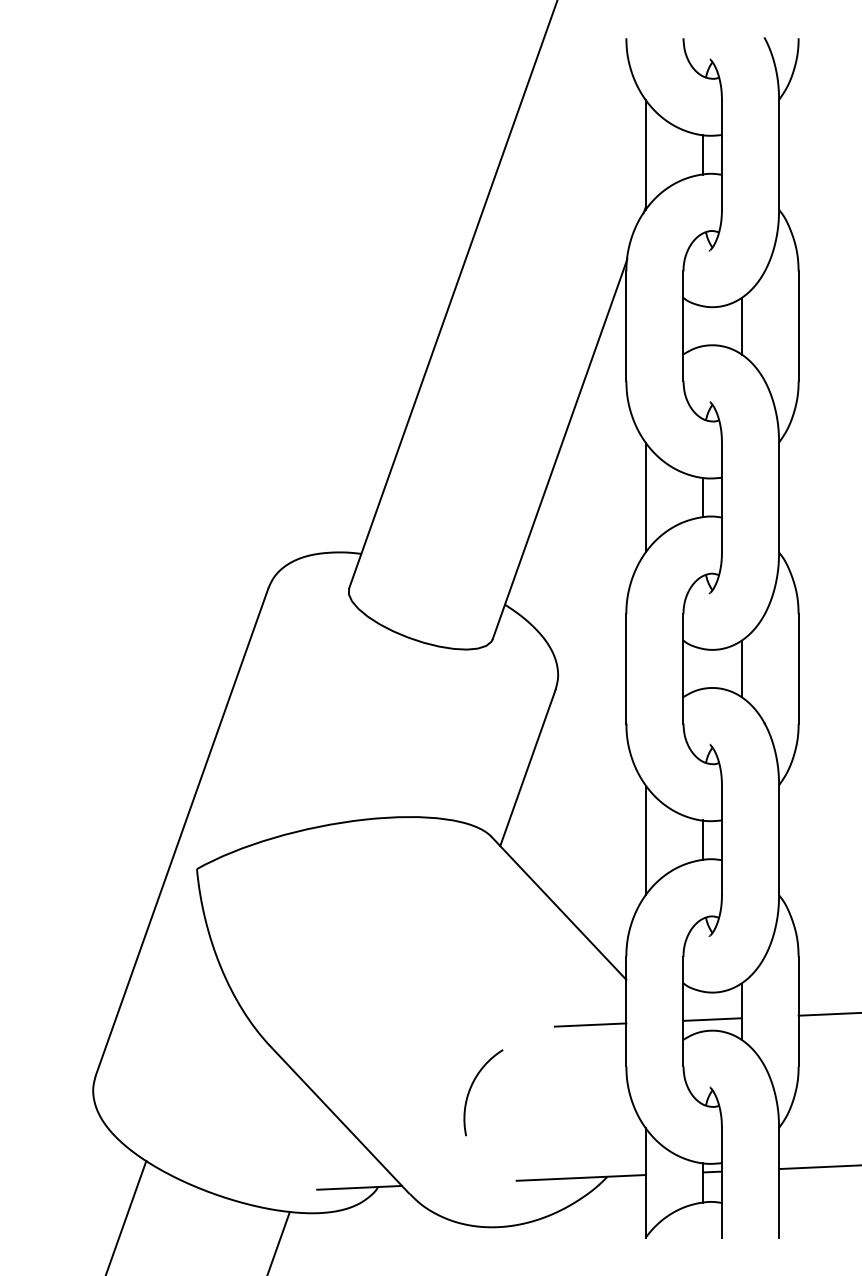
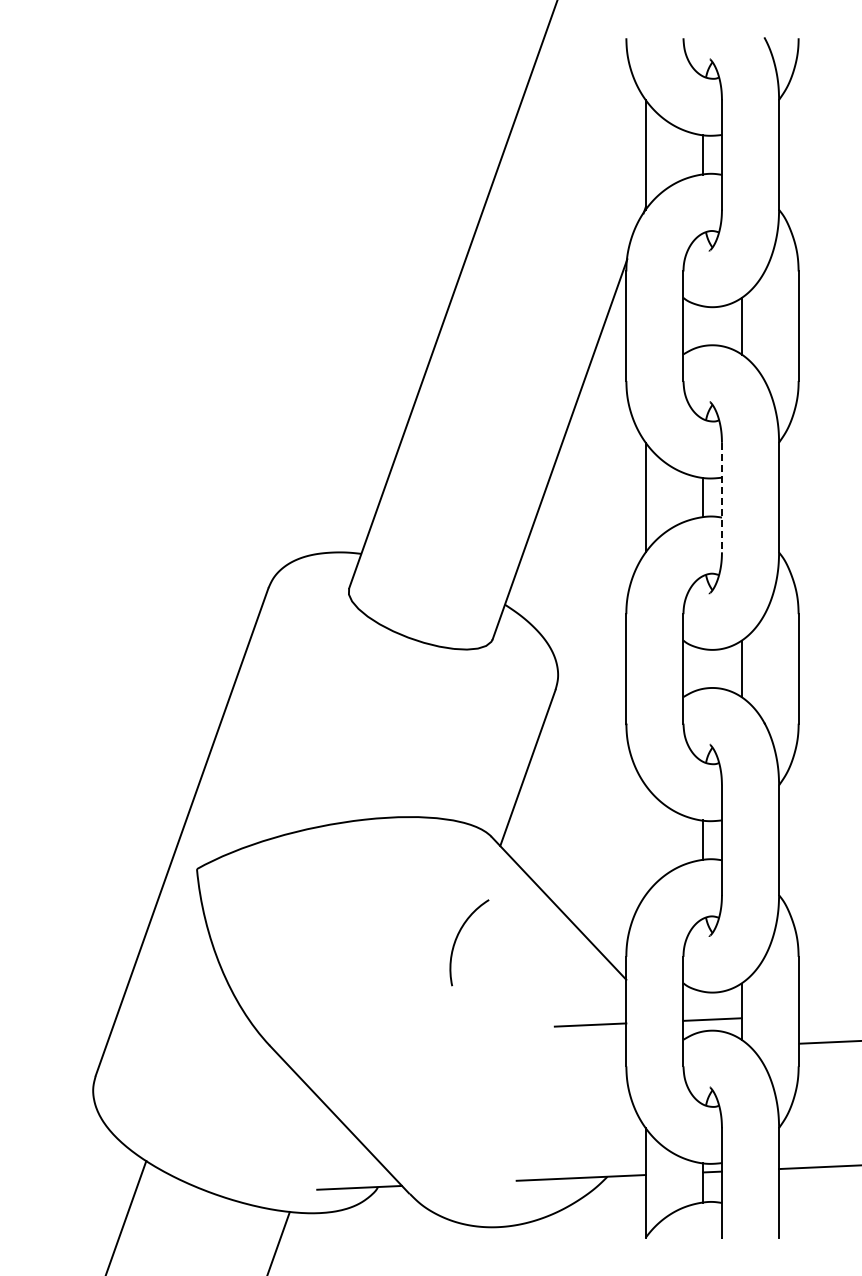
line at (721, 497): solid -> dashed
line at (645, 840): present -> none
line at (828, 1014) position: (828, 1014) -> (828, 1042)
arc at (472, 1086) position: (472, 1086) -> (458, 936)
